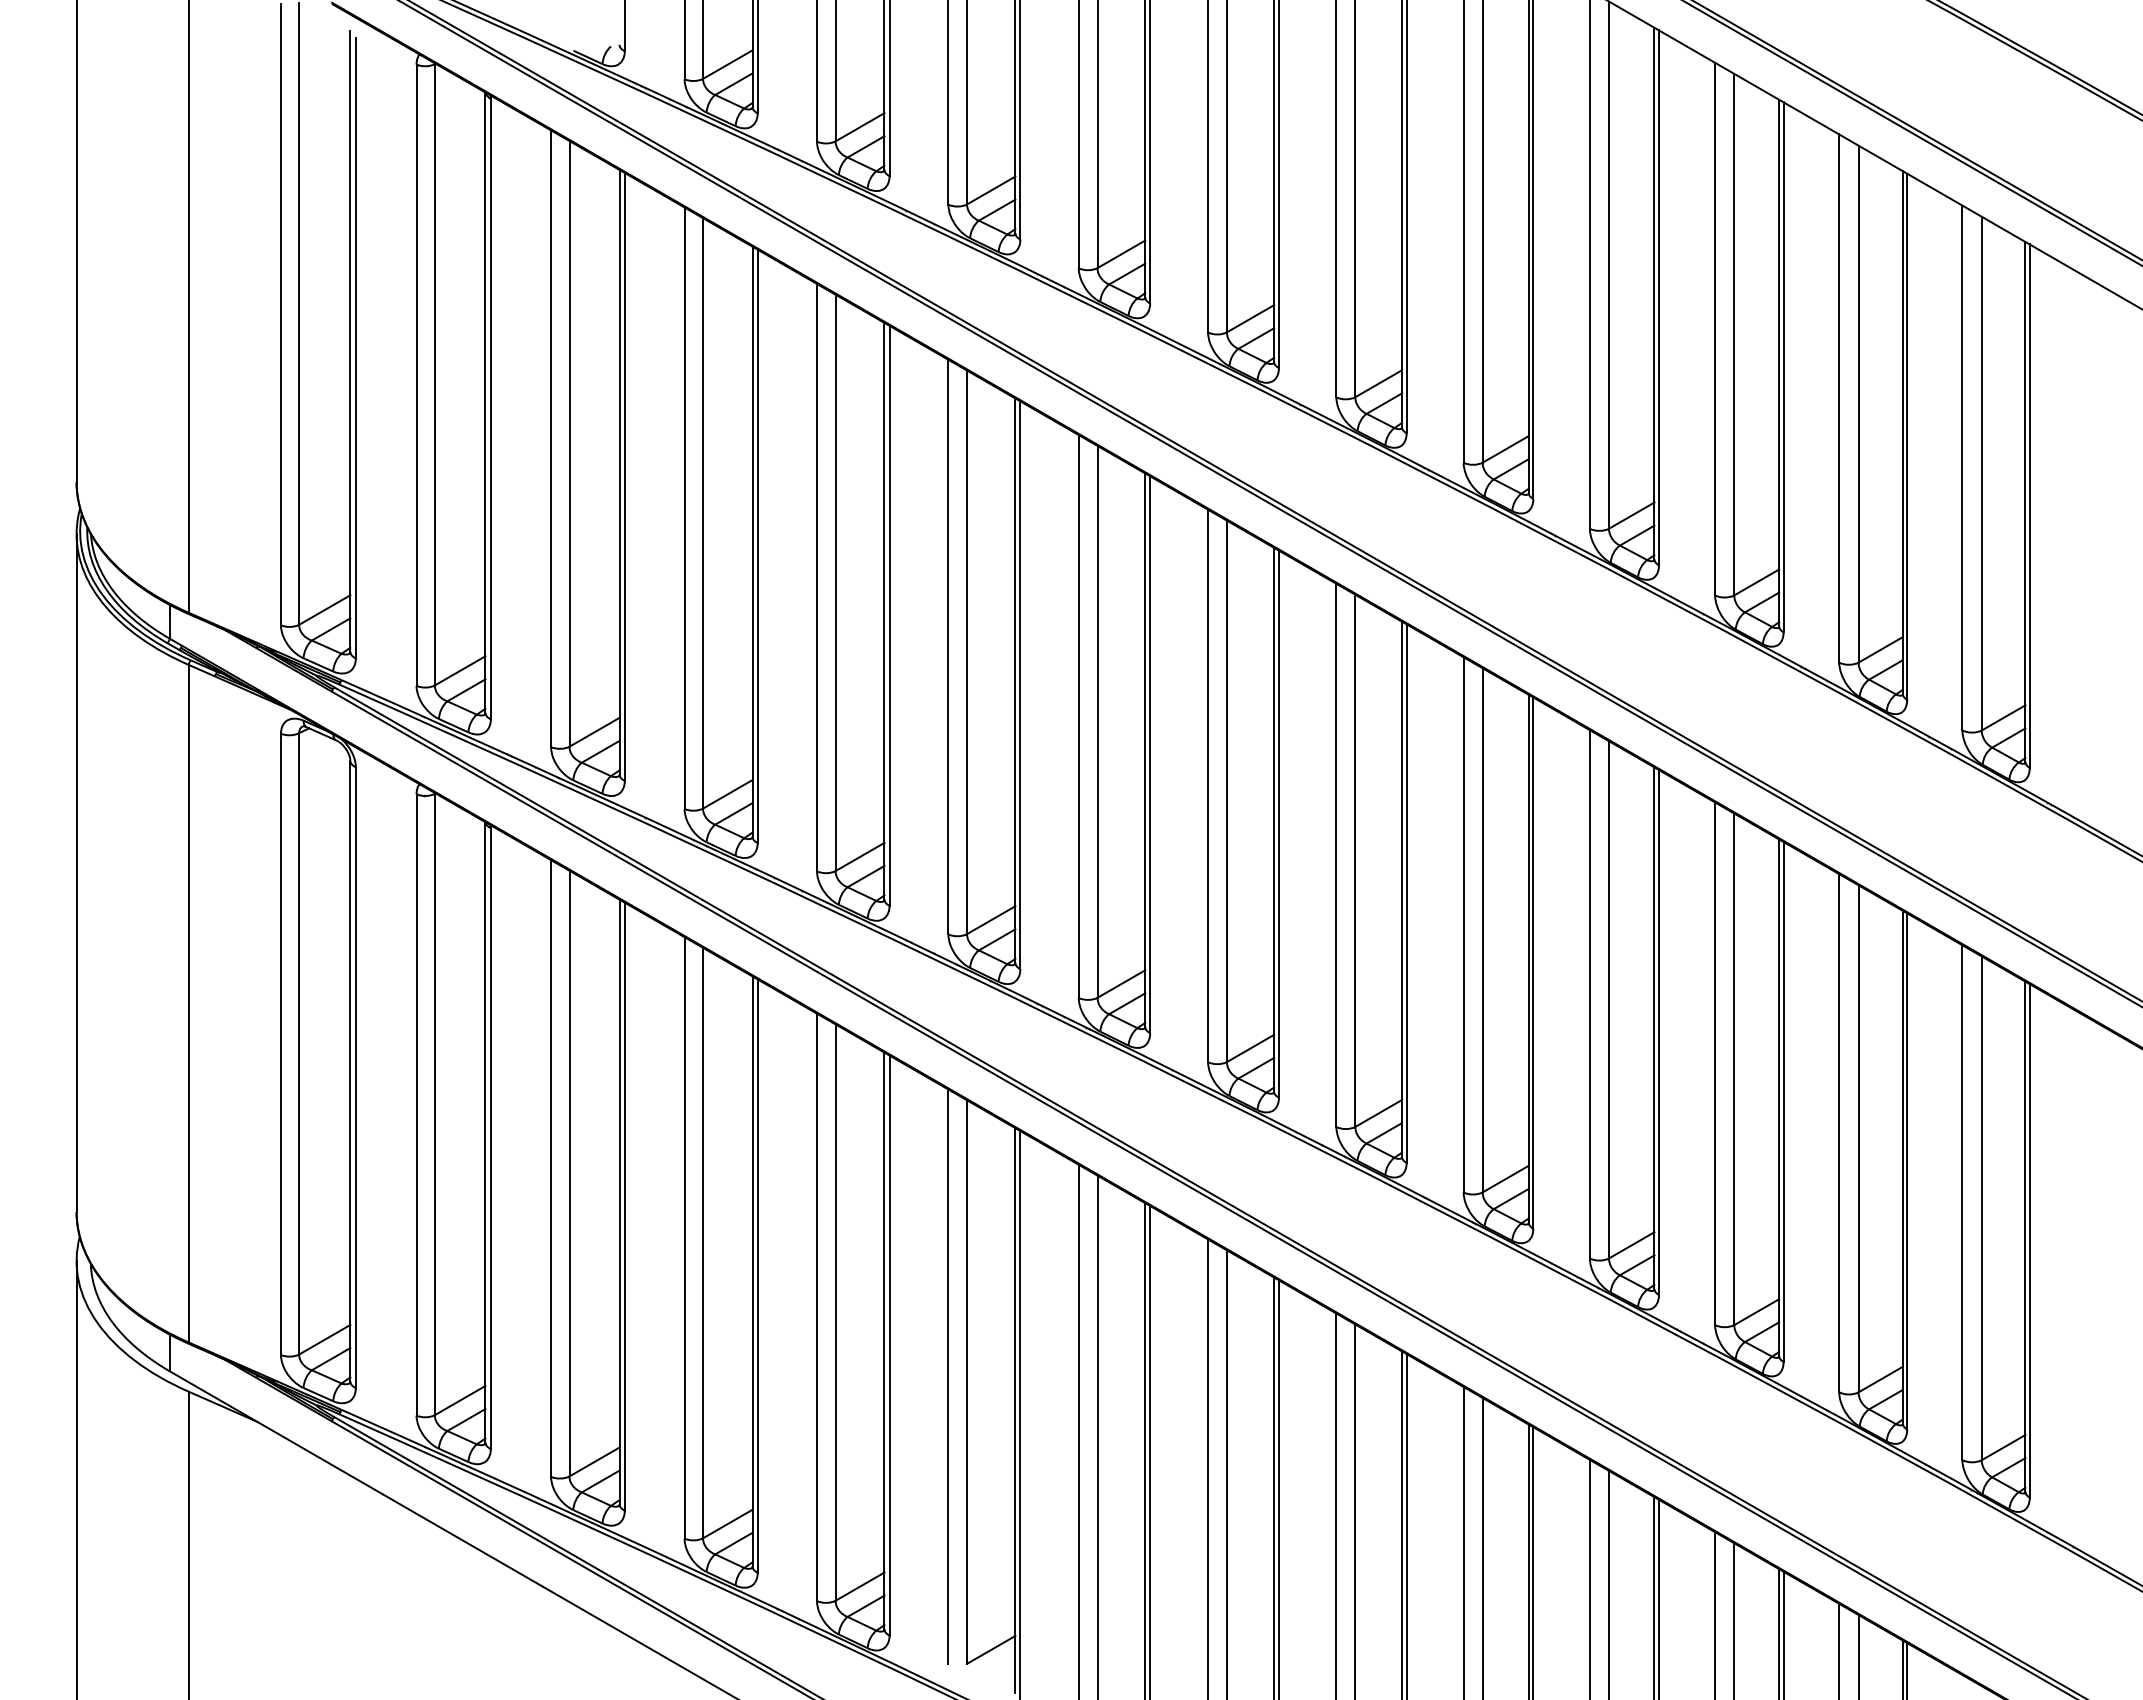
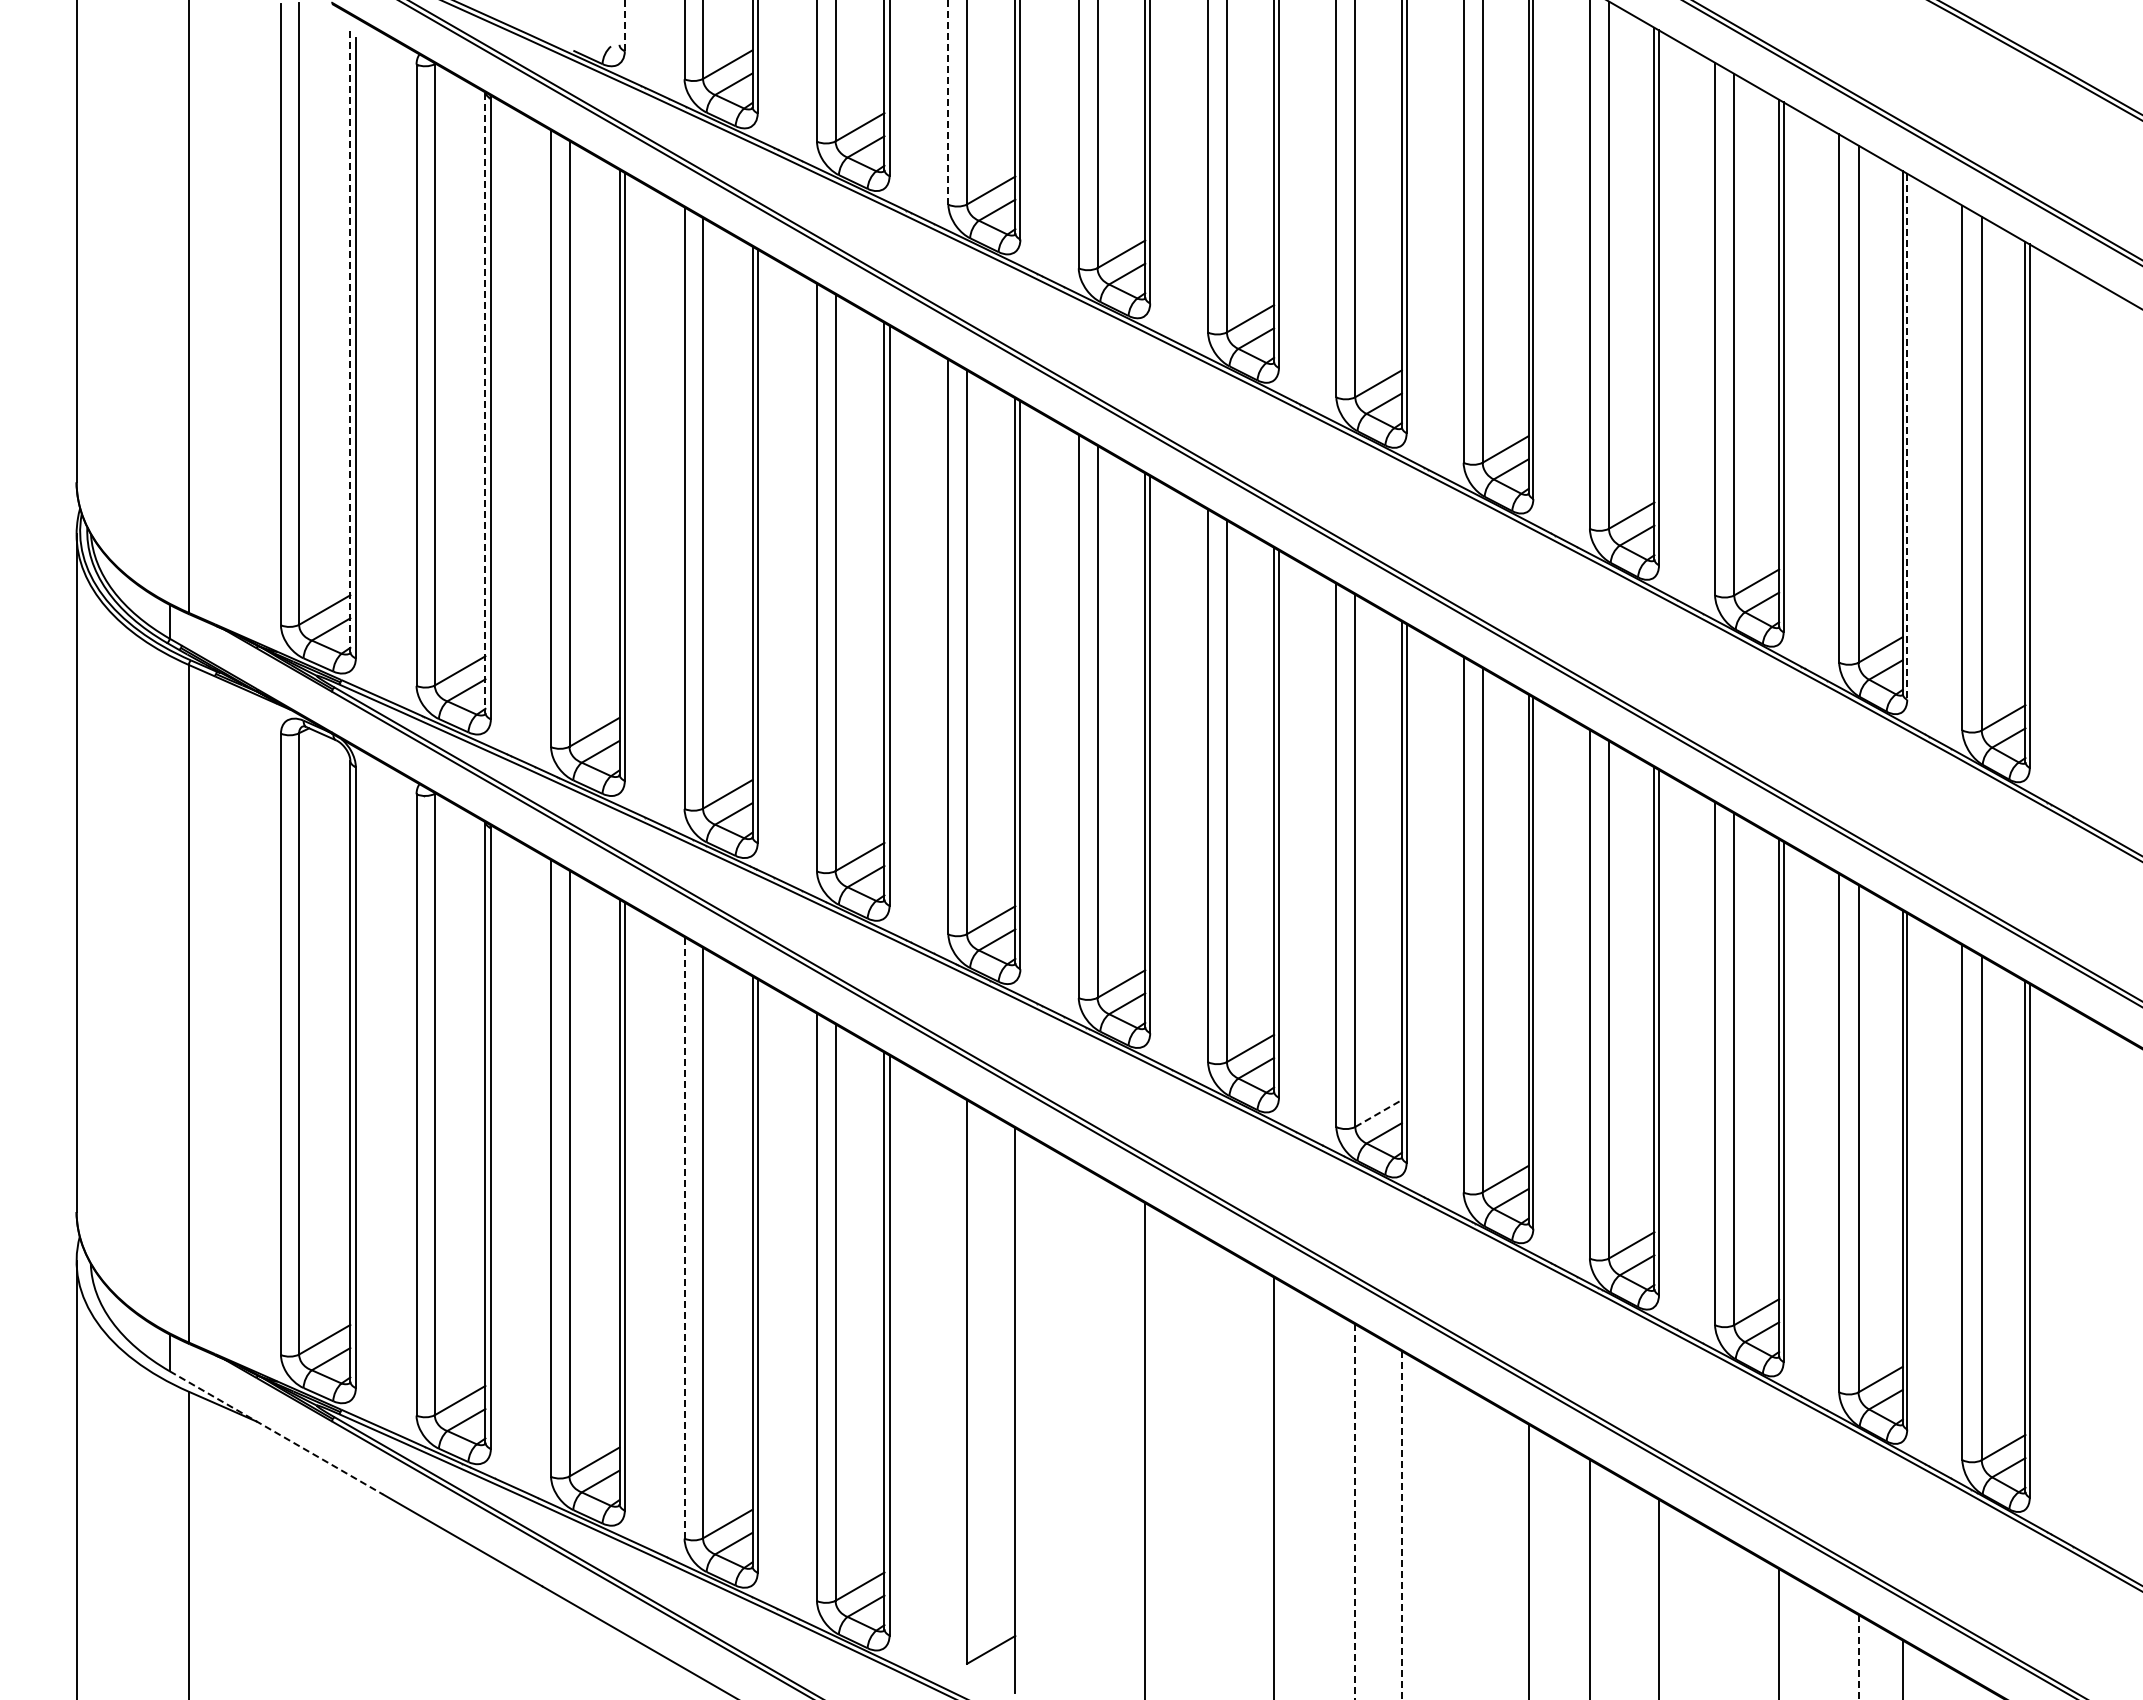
line at (624, 26): solid -> dashed
line at (948, 102): solid -> dashed
line at (350, 342): solid -> dashed
line at (485, 403): solid -> dashed
line at (1907, 437): solid -> dashed
line at (1378, 1113): solid -> dashed
line at (684, 1237): solid -> dashed
line at (948, 1376): present -> none
line at (1020, 1413): present -> none
line at (1078, 1430): present -> none
line at (276, 1433): solid -> dashed
line at (1097, 1435): present -> none
line at (1150, 1451): present -> none
line at (1208, 1467): present -> none
line at (1226, 1473): present -> none
line at (1278, 1488): present -> none
line at (1336, 1504): present -> none
line at (1355, 1512): solid -> dashed
line at (1406, 1525): present -> none
line at (1401, 1526): solid -> dashed
line at (1463, 1541): present -> none
line at (1482, 1547): present -> none
line at (1533, 1561): present -> none
line at (1609, 1583): present -> none
line at (1654, 1596): present -> none
line at (1715, 1614): present -> none
line at (1734, 1619): present -> none
line at (1783, 1633): present -> none
line at (1839, 1649): present -> none
line at (1858, 1657): solid -> dashed
line at (1907, 1669): present -> none
